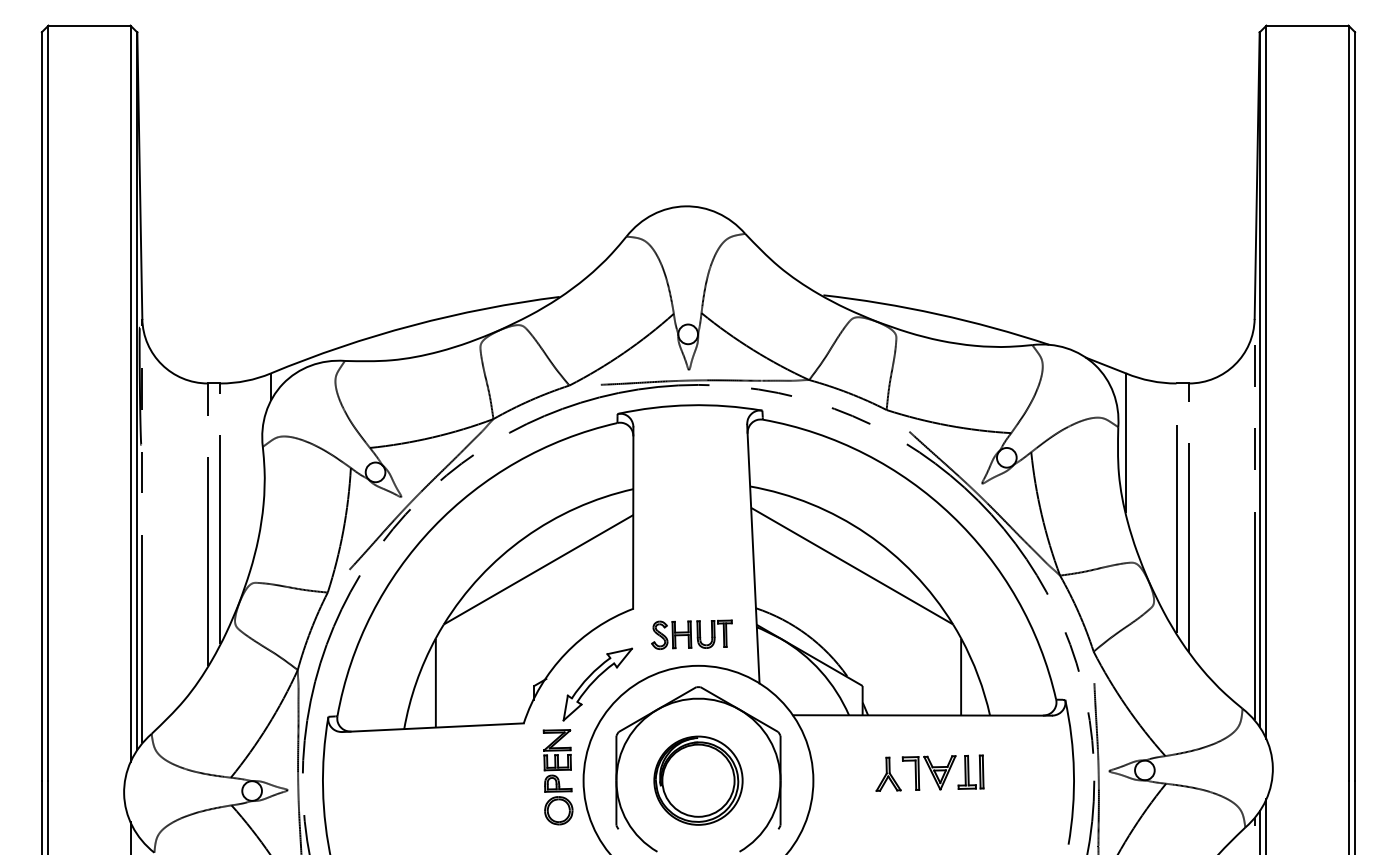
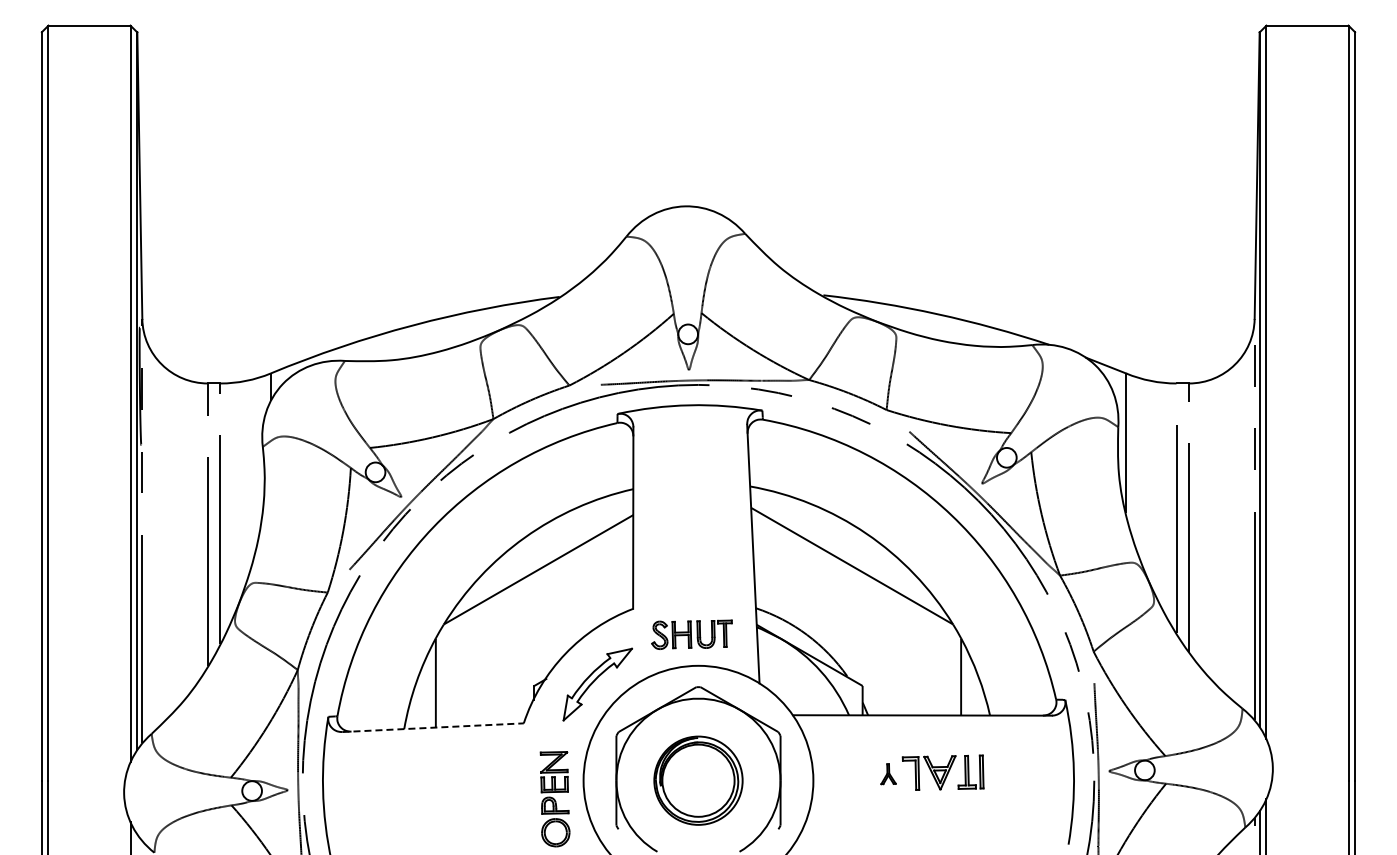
line at (433, 727): solid -> dashed
part at (888, 773) size: 27x36 px -> 17x23 px
part at (557, 777) position: (557, 777) -> (554, 799)
